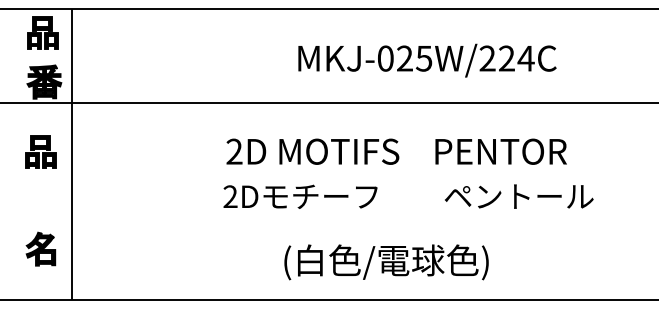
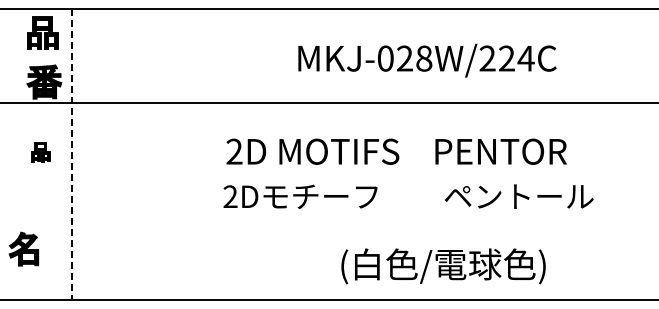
text at (423, 58): MKJ-025W/224C -> MKJ-028W/224C
part at (40, 151) size: 32x34 px -> 20x21 px
line at (71, 154): solid -> dashed
part at (40, 248) position: (40, 248) -> (23, 248)
text at (386, 262) position: (386, 262) -> (443, 266)
